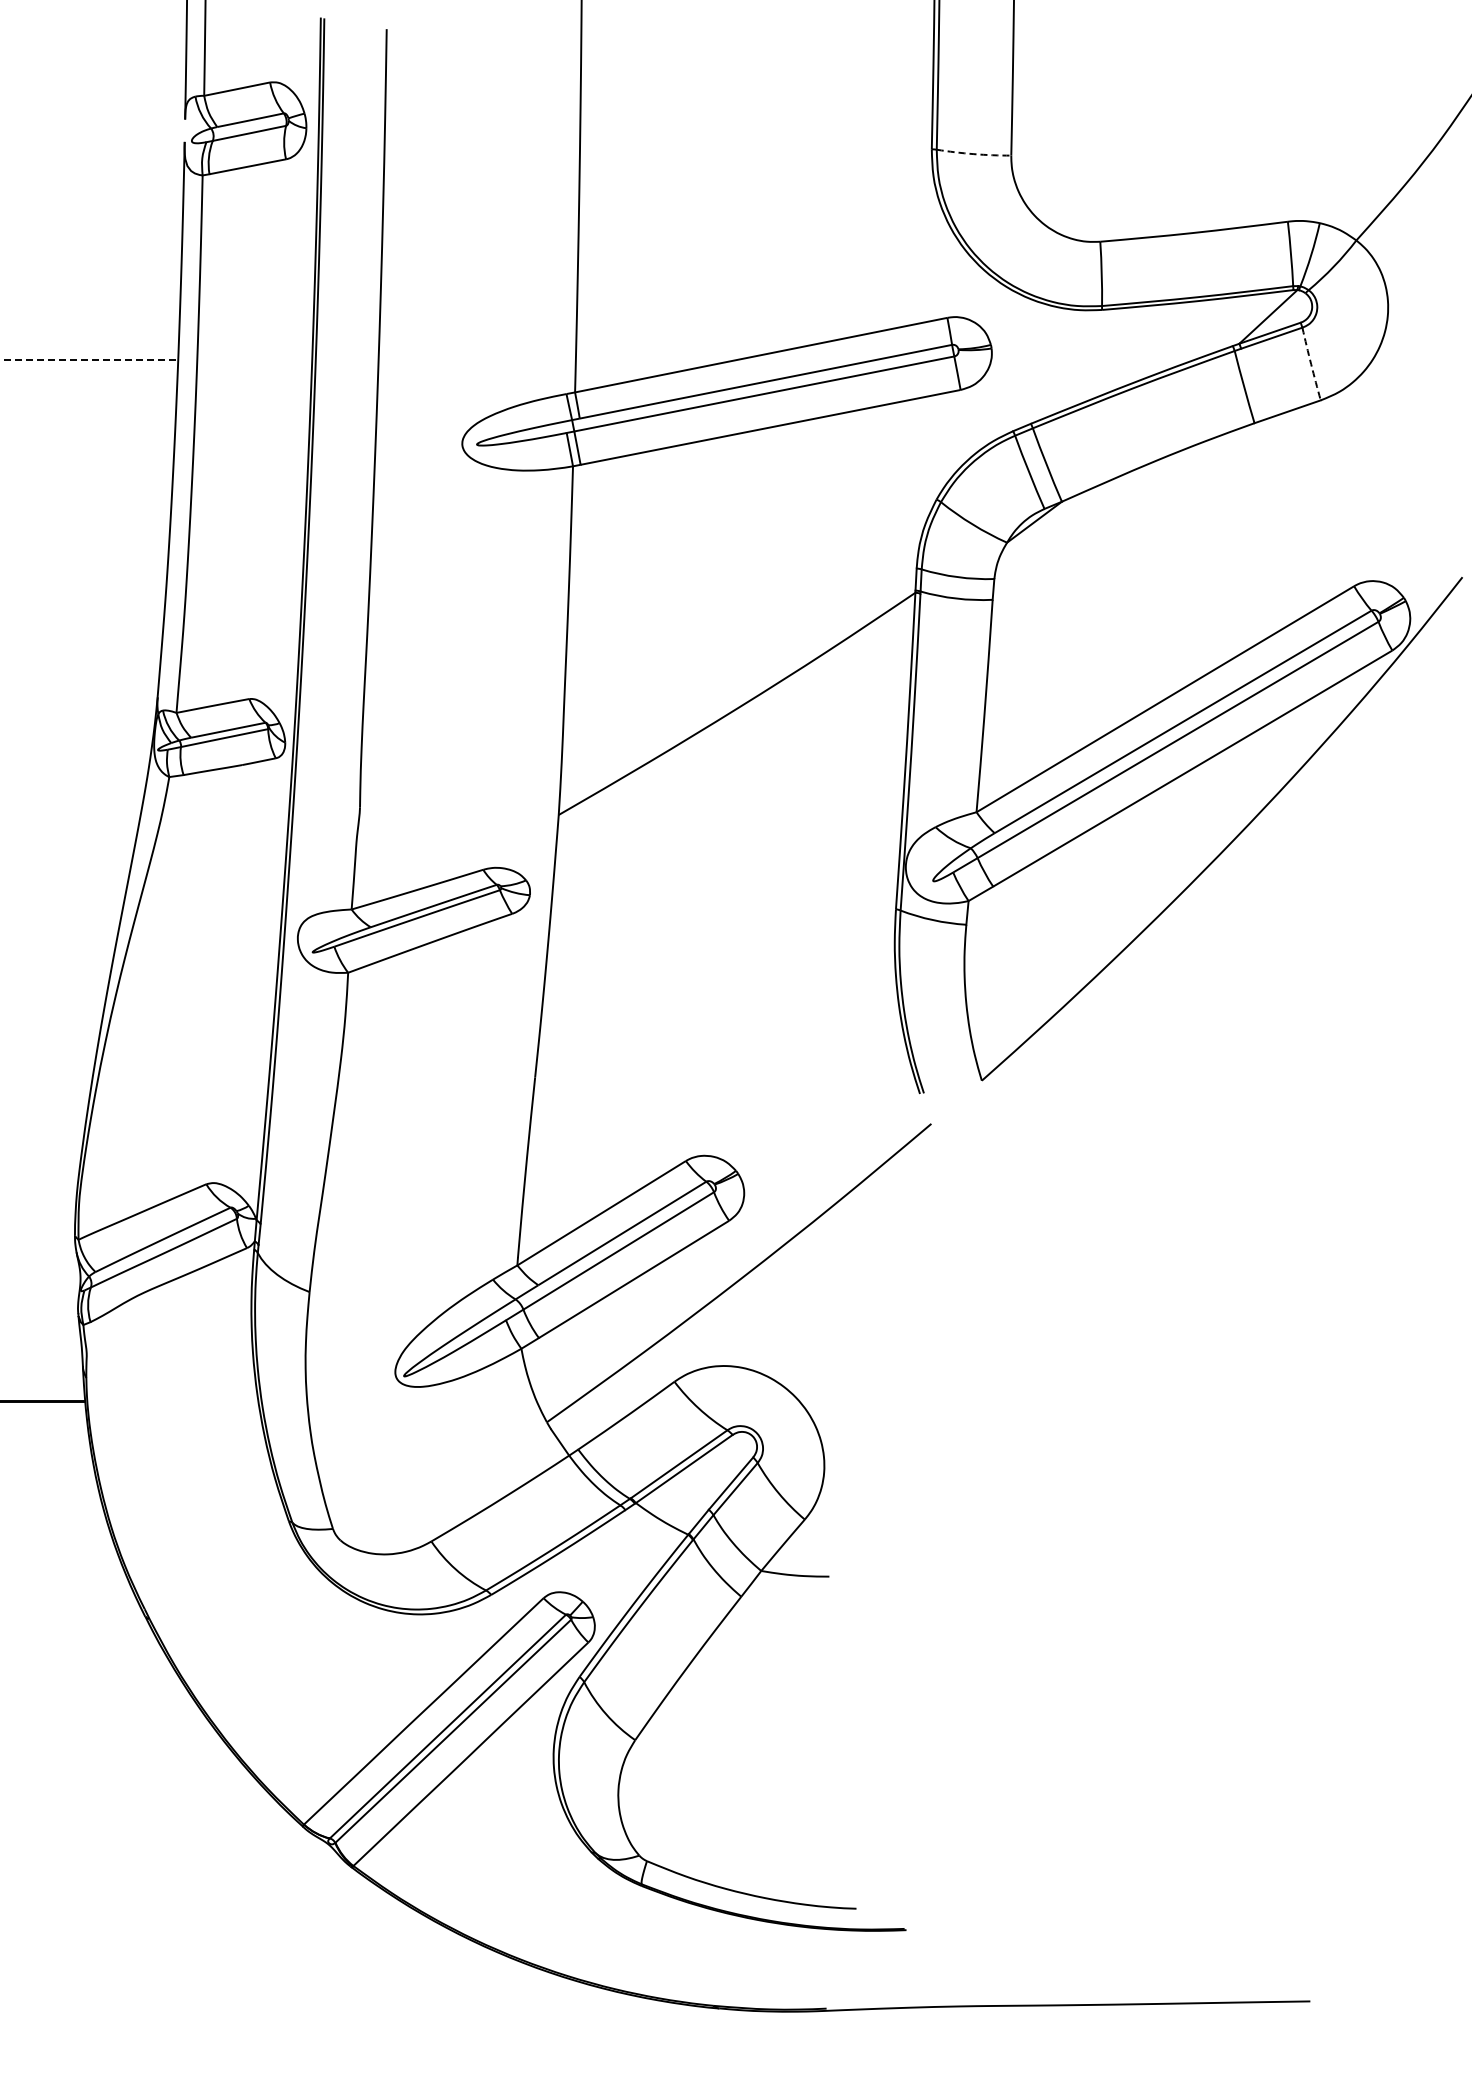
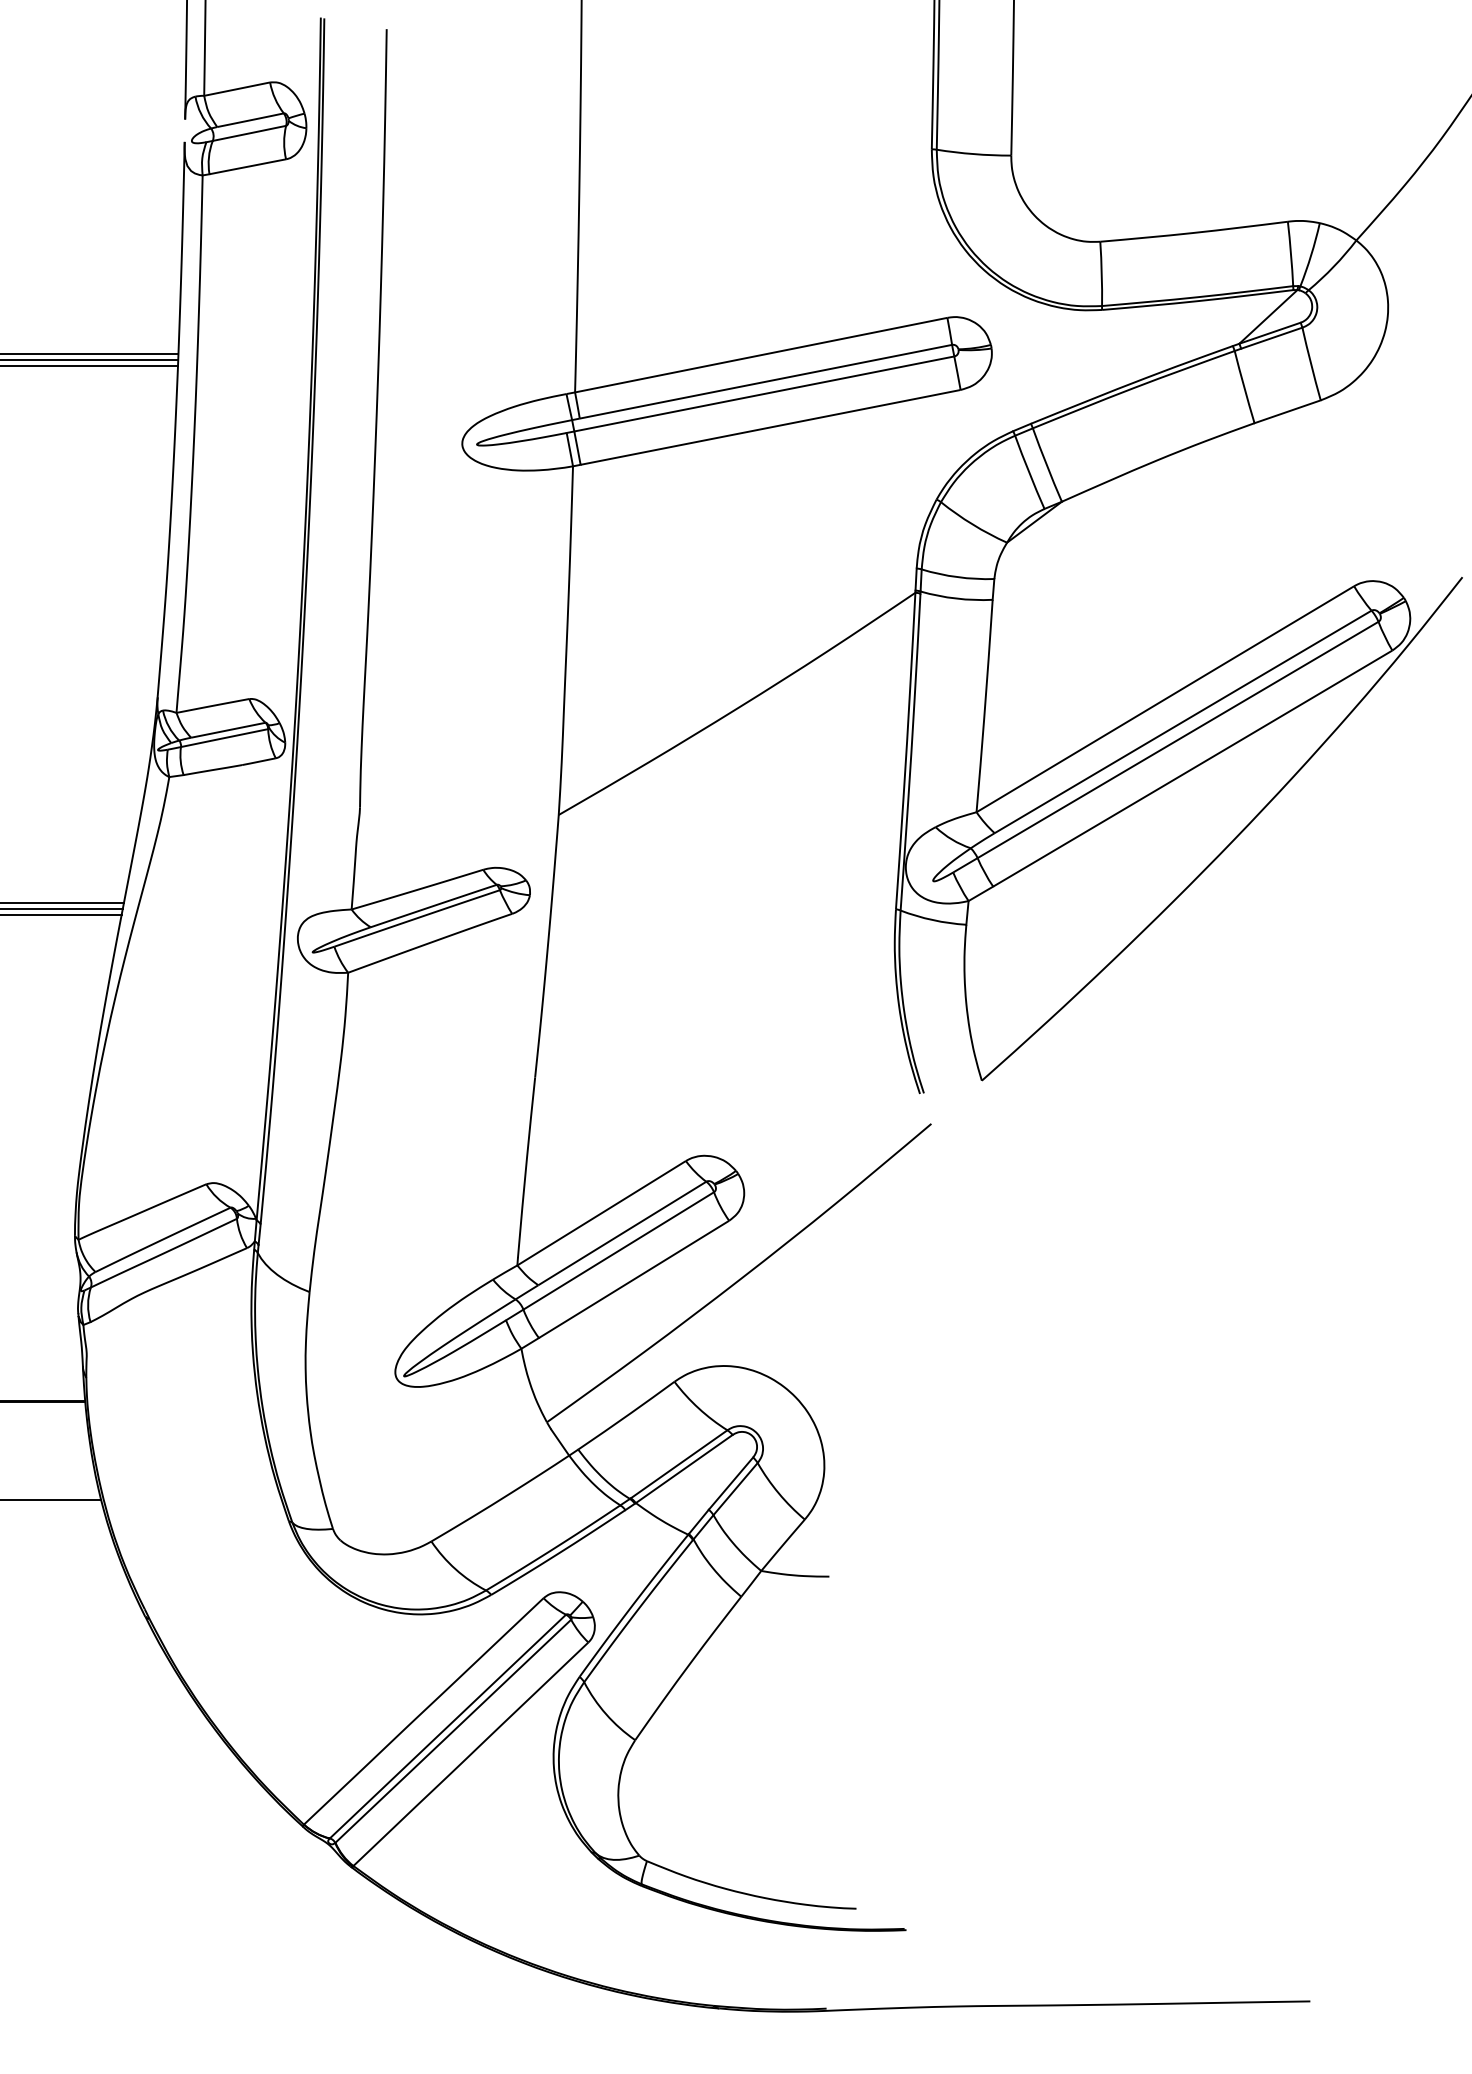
arc at (973, 154): dashed -> solid
line at (90, 354): none -> present
line at (89, 360): dashed -> solid
arc at (1311, 364): dashed -> solid
line at (89, 366): none -> present
line at (62, 903): none -> present
line at (62, 909): none -> present
line at (61, 915): none -> present
line at (51, 1500): none -> present
